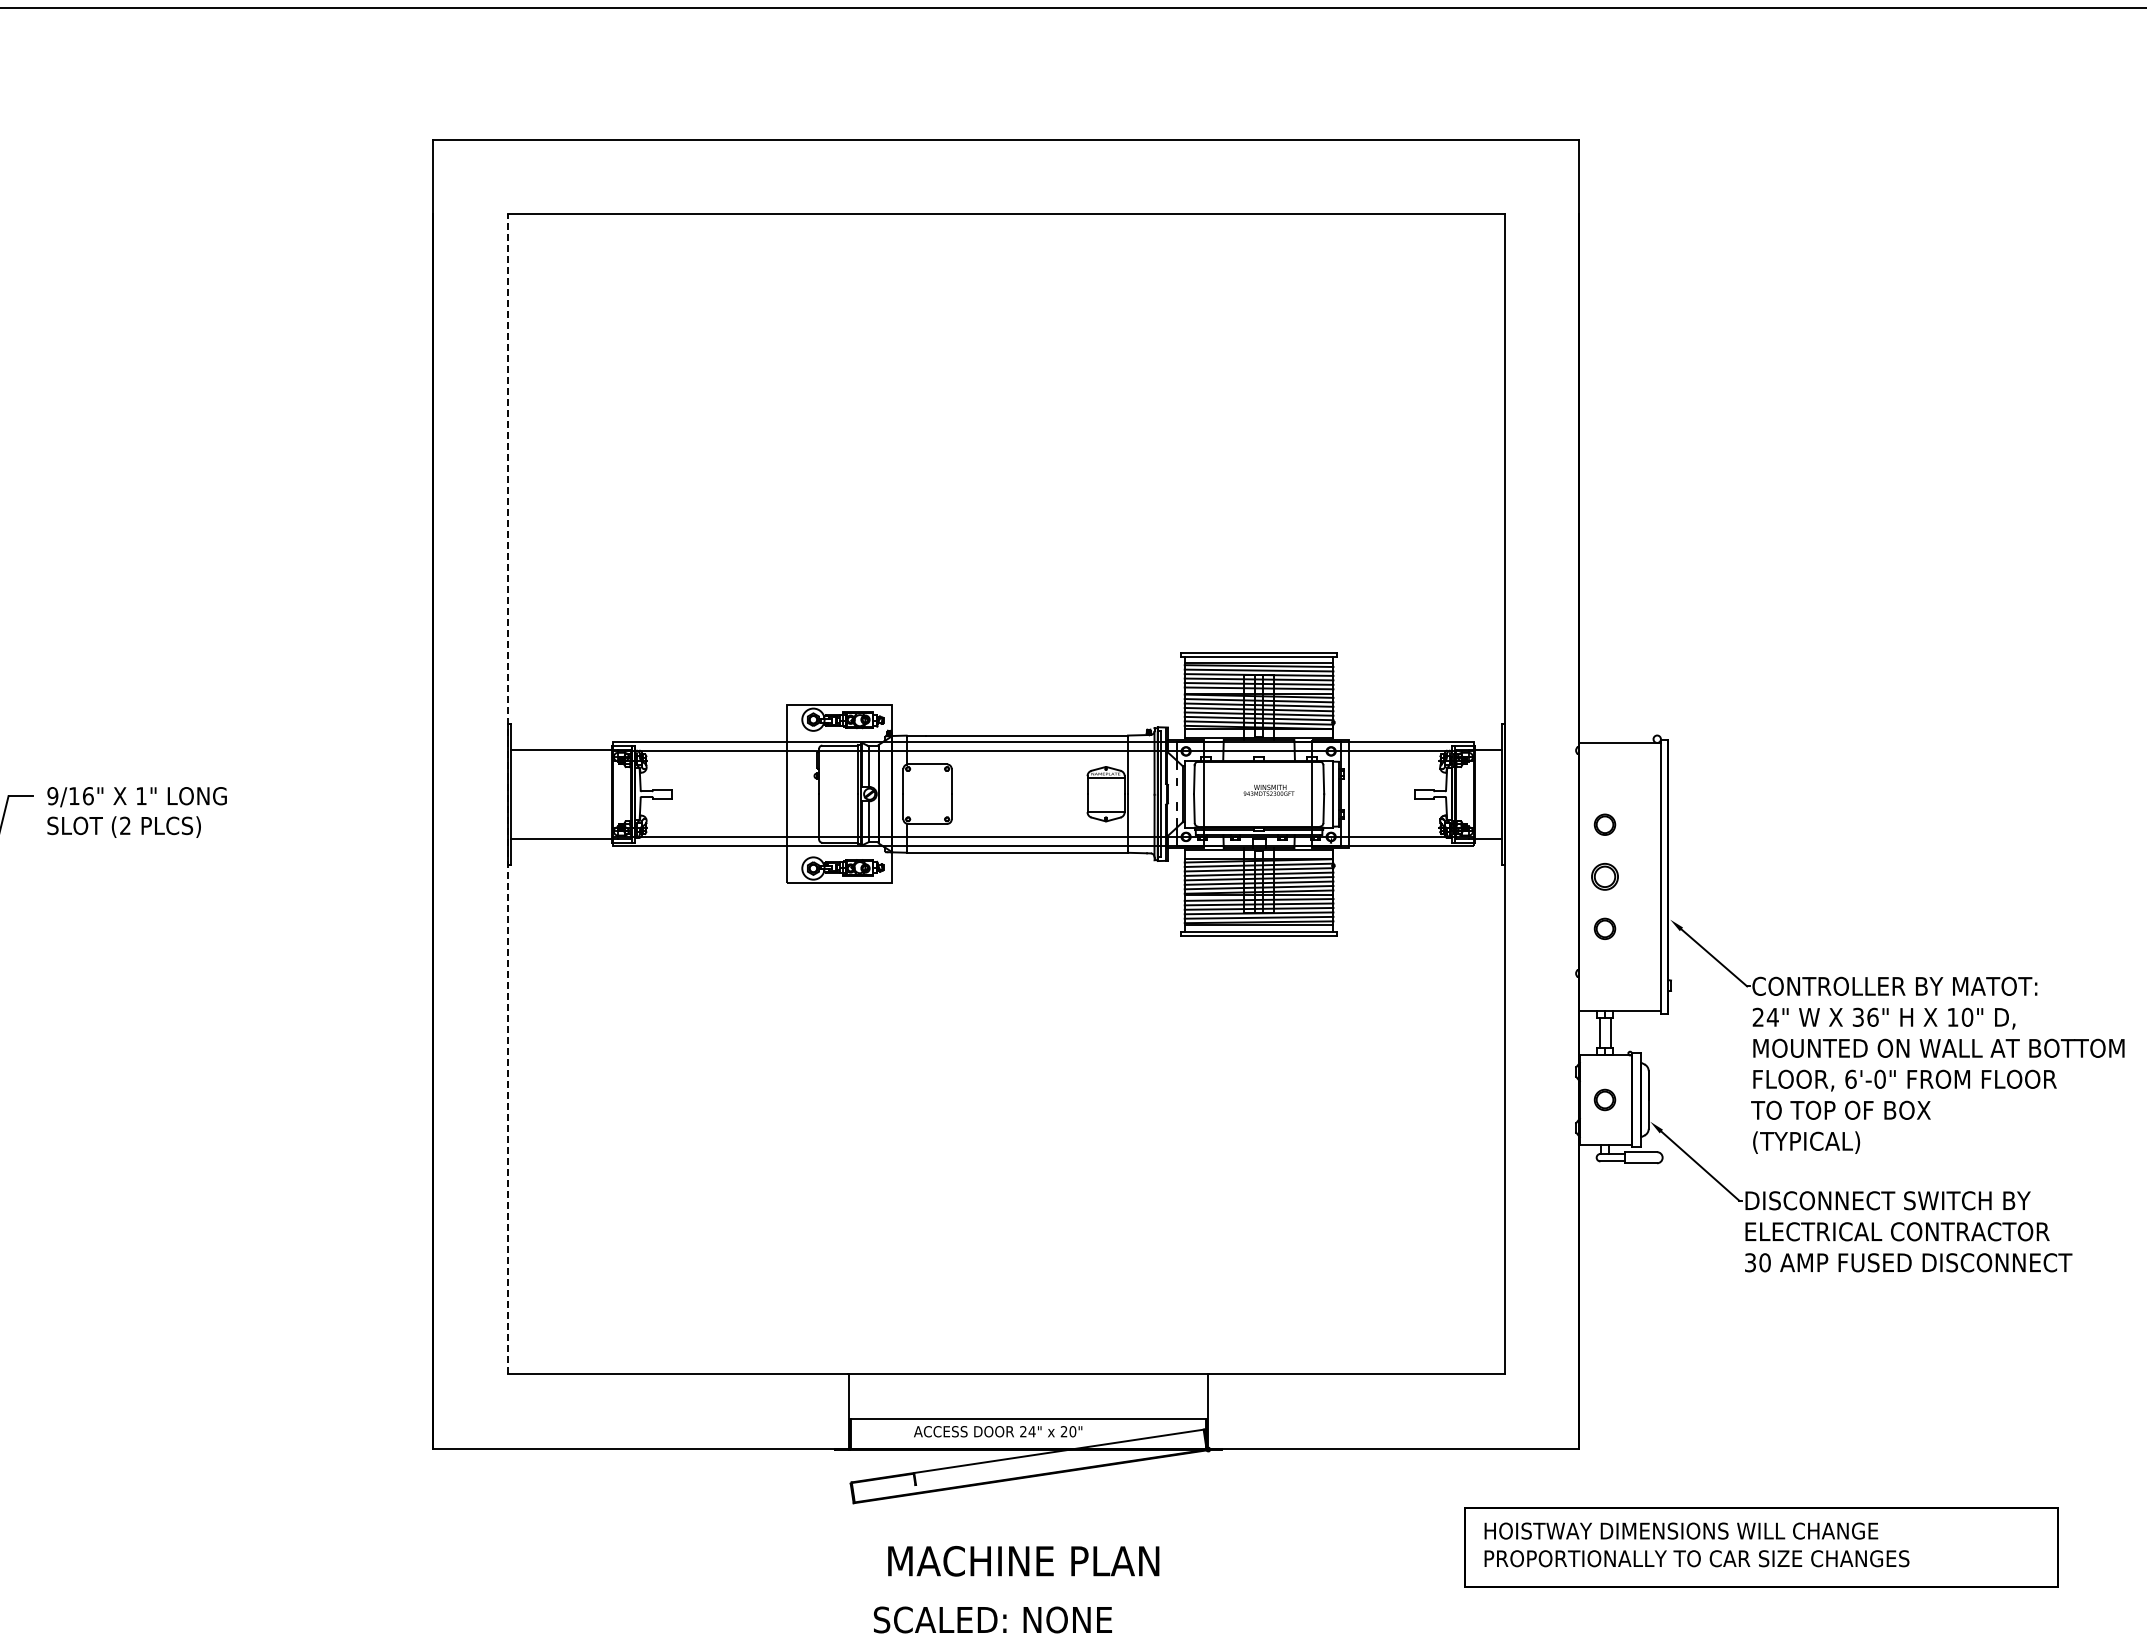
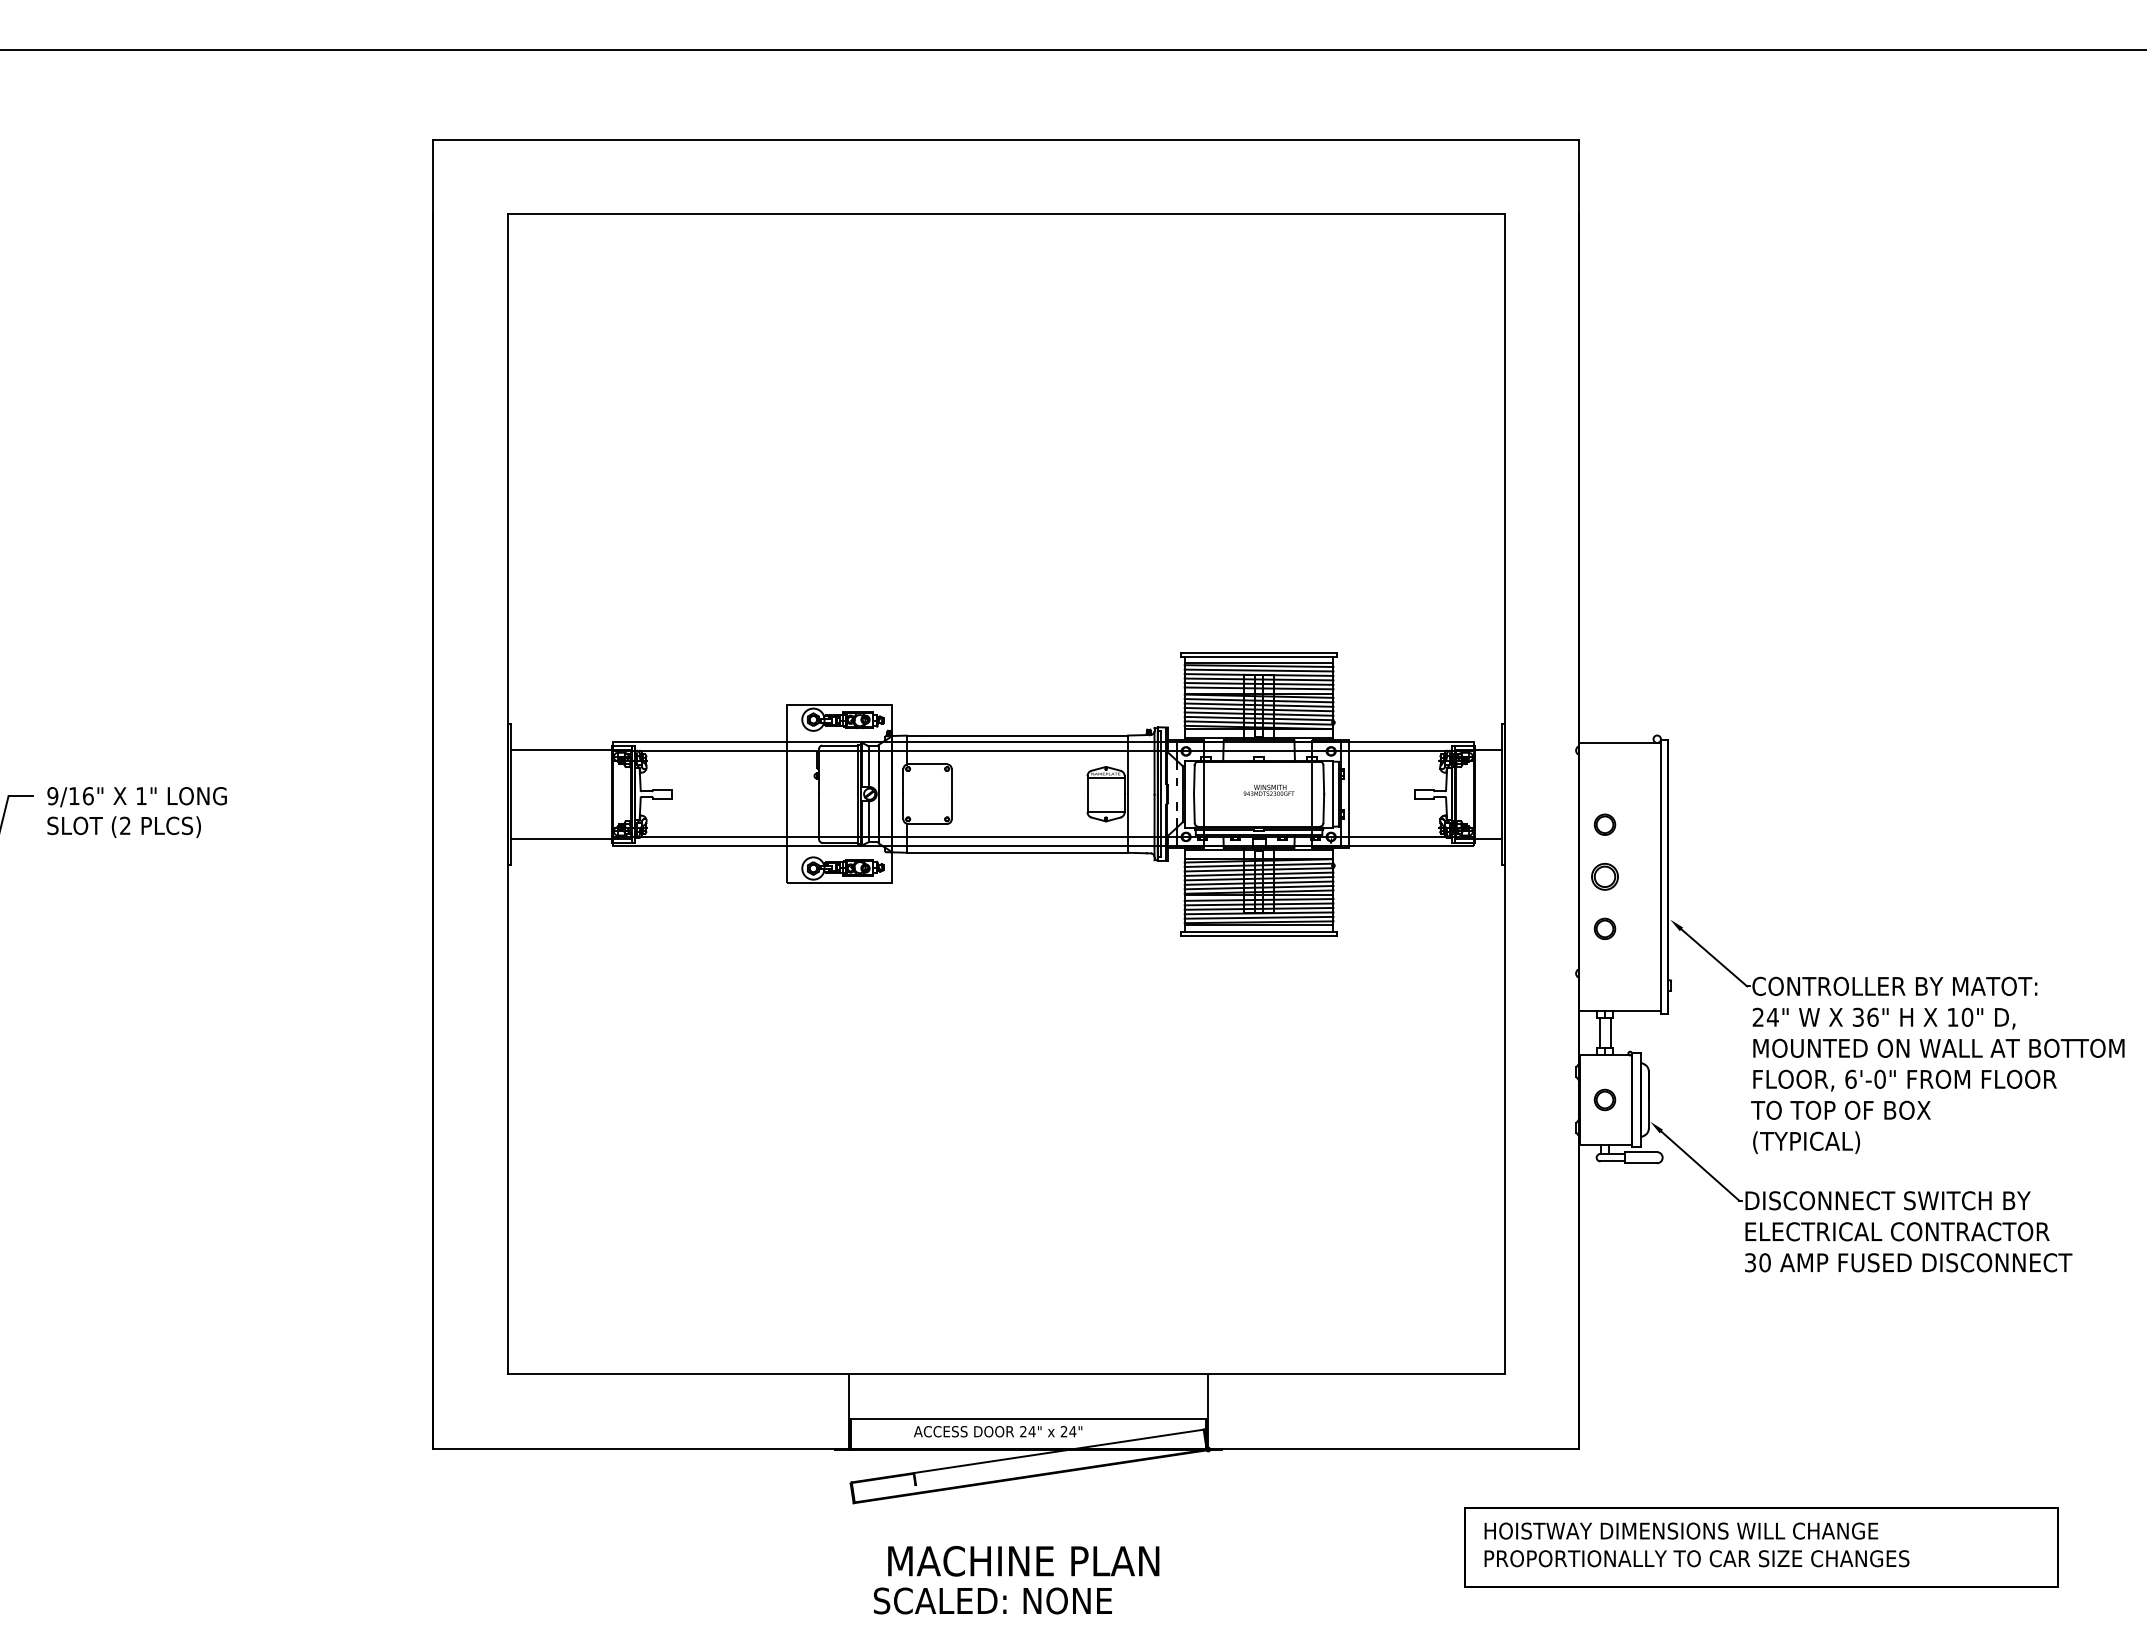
line at (1072, 7) position: (1072, 7) -> (1072, 49)
line at (507, 793): dashed -> solid
text at (1072, 1431): 20" -> 24"
text at (992, 1619) position: (992, 1619) -> (992, 1600)
